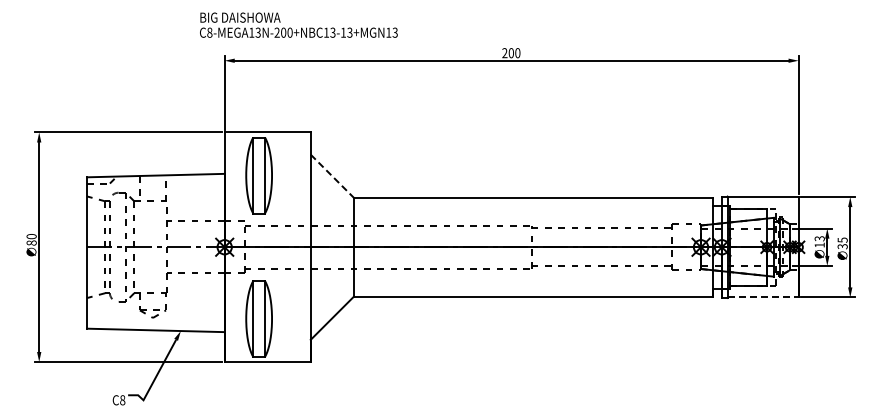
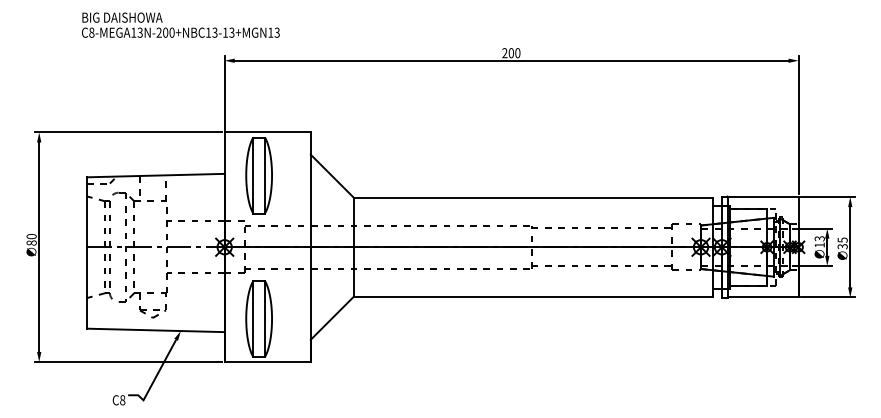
text at (298, 24) position: (298, 24) -> (180, 24)
line at (332, 176): dashed -> solid
line at (763, 297): dashed -> solid
